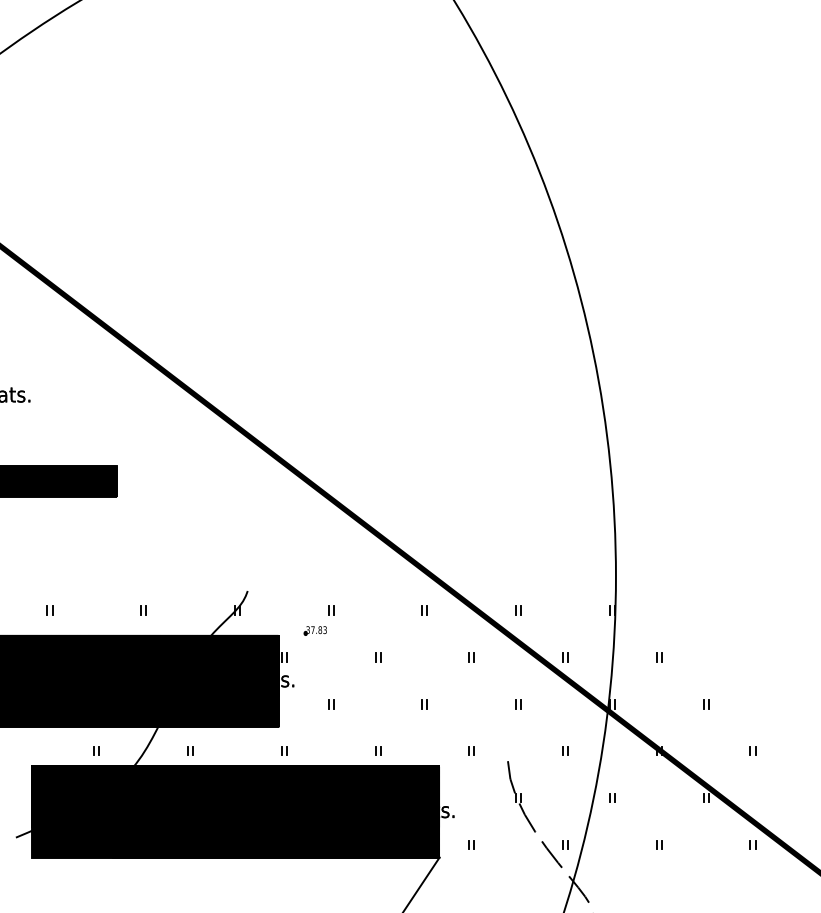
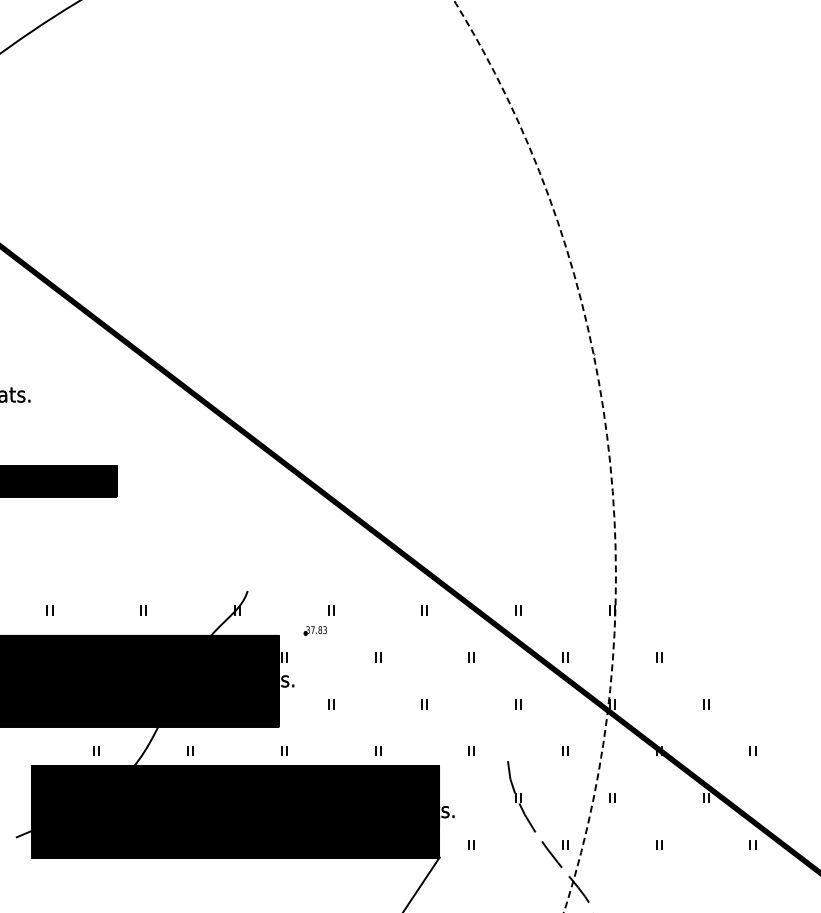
circle at (534, 456): solid -> dashed
